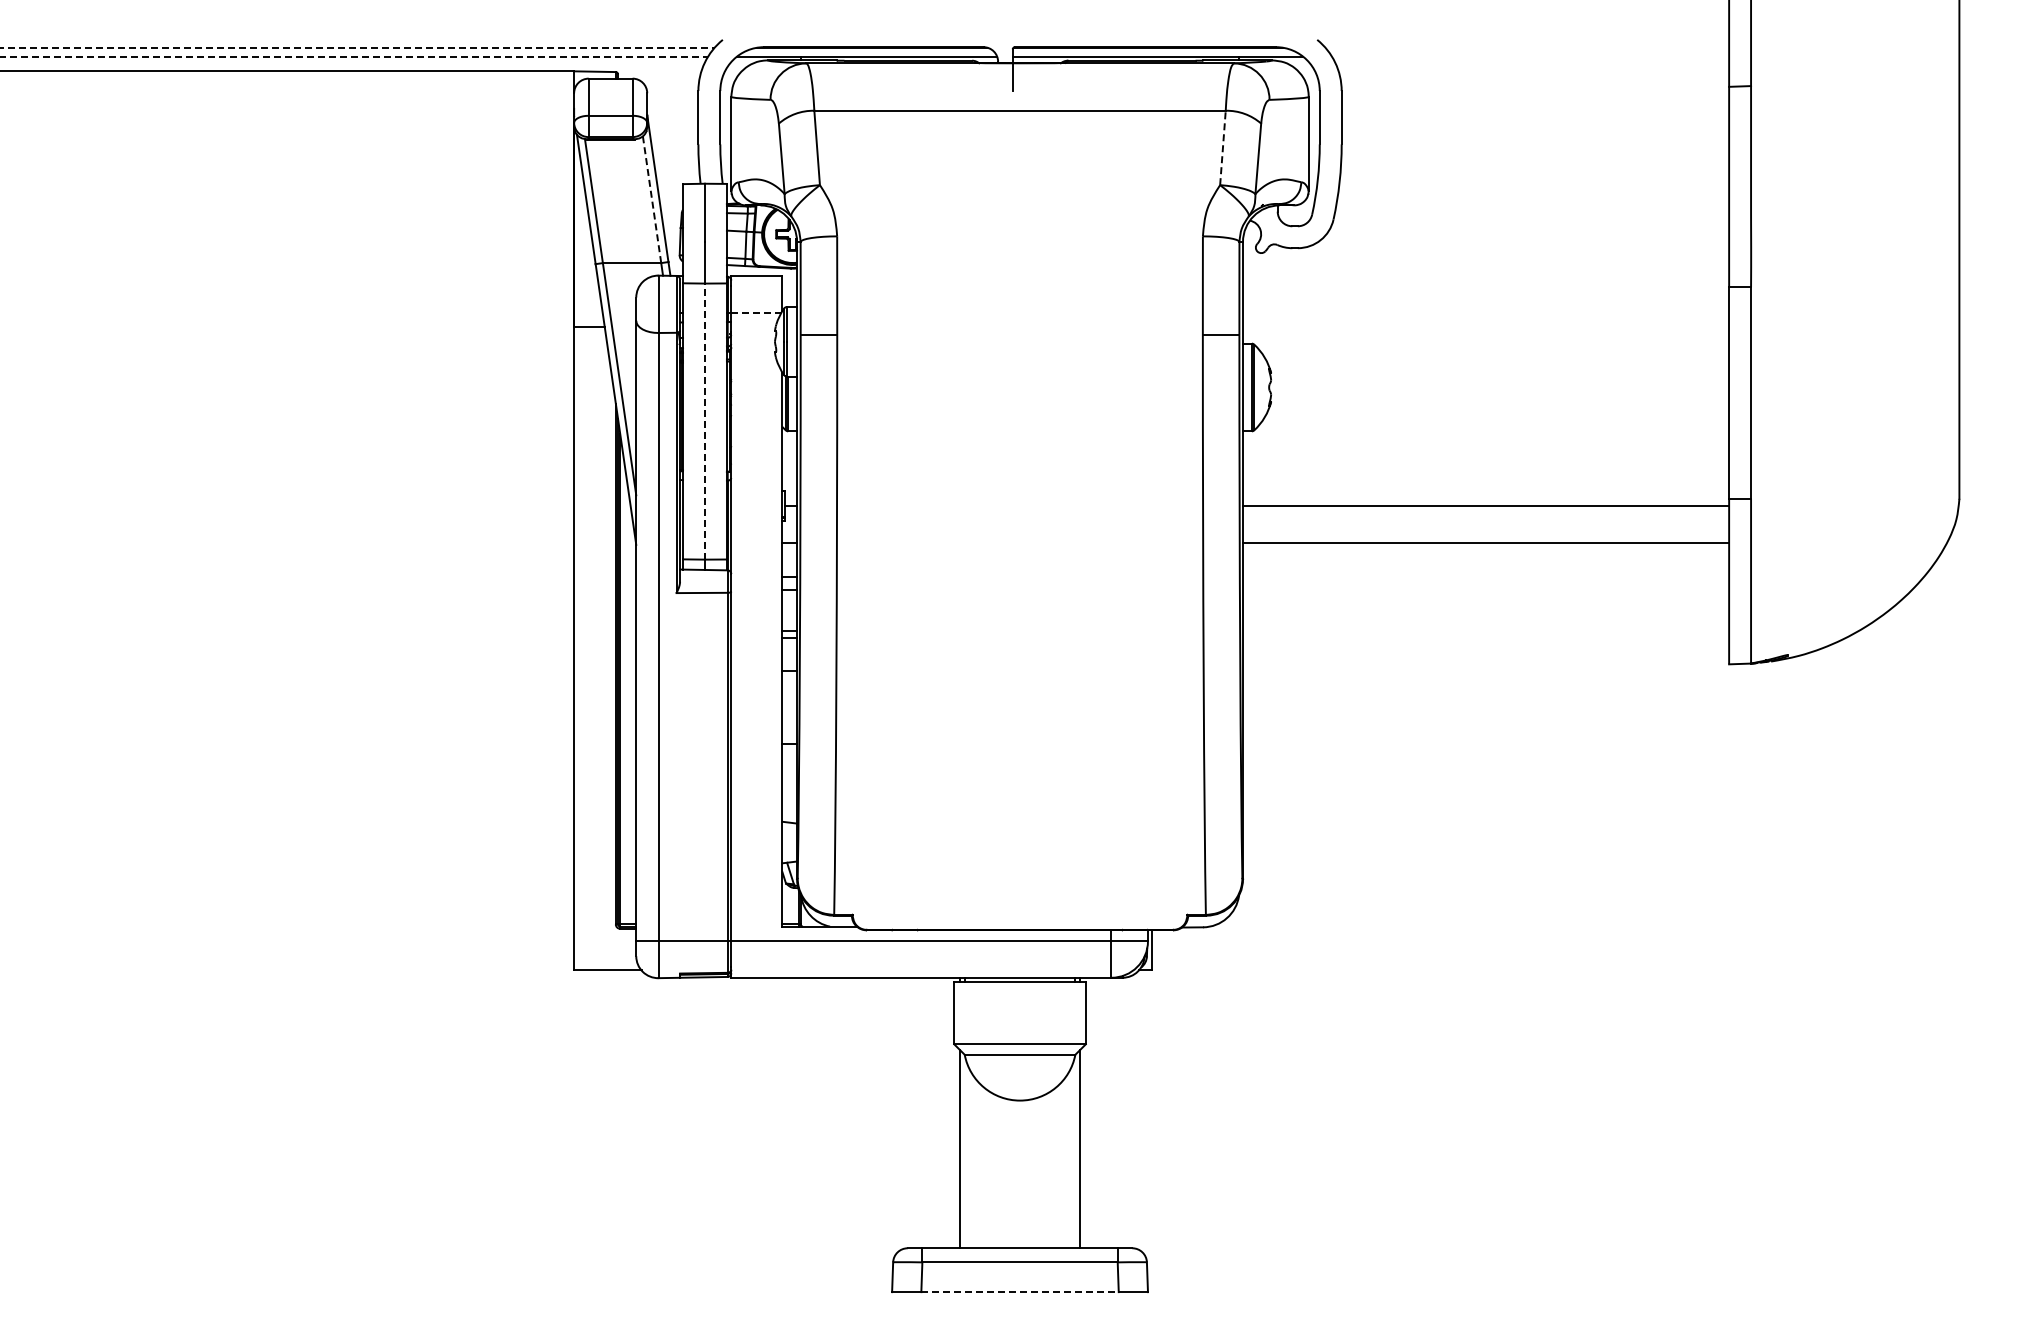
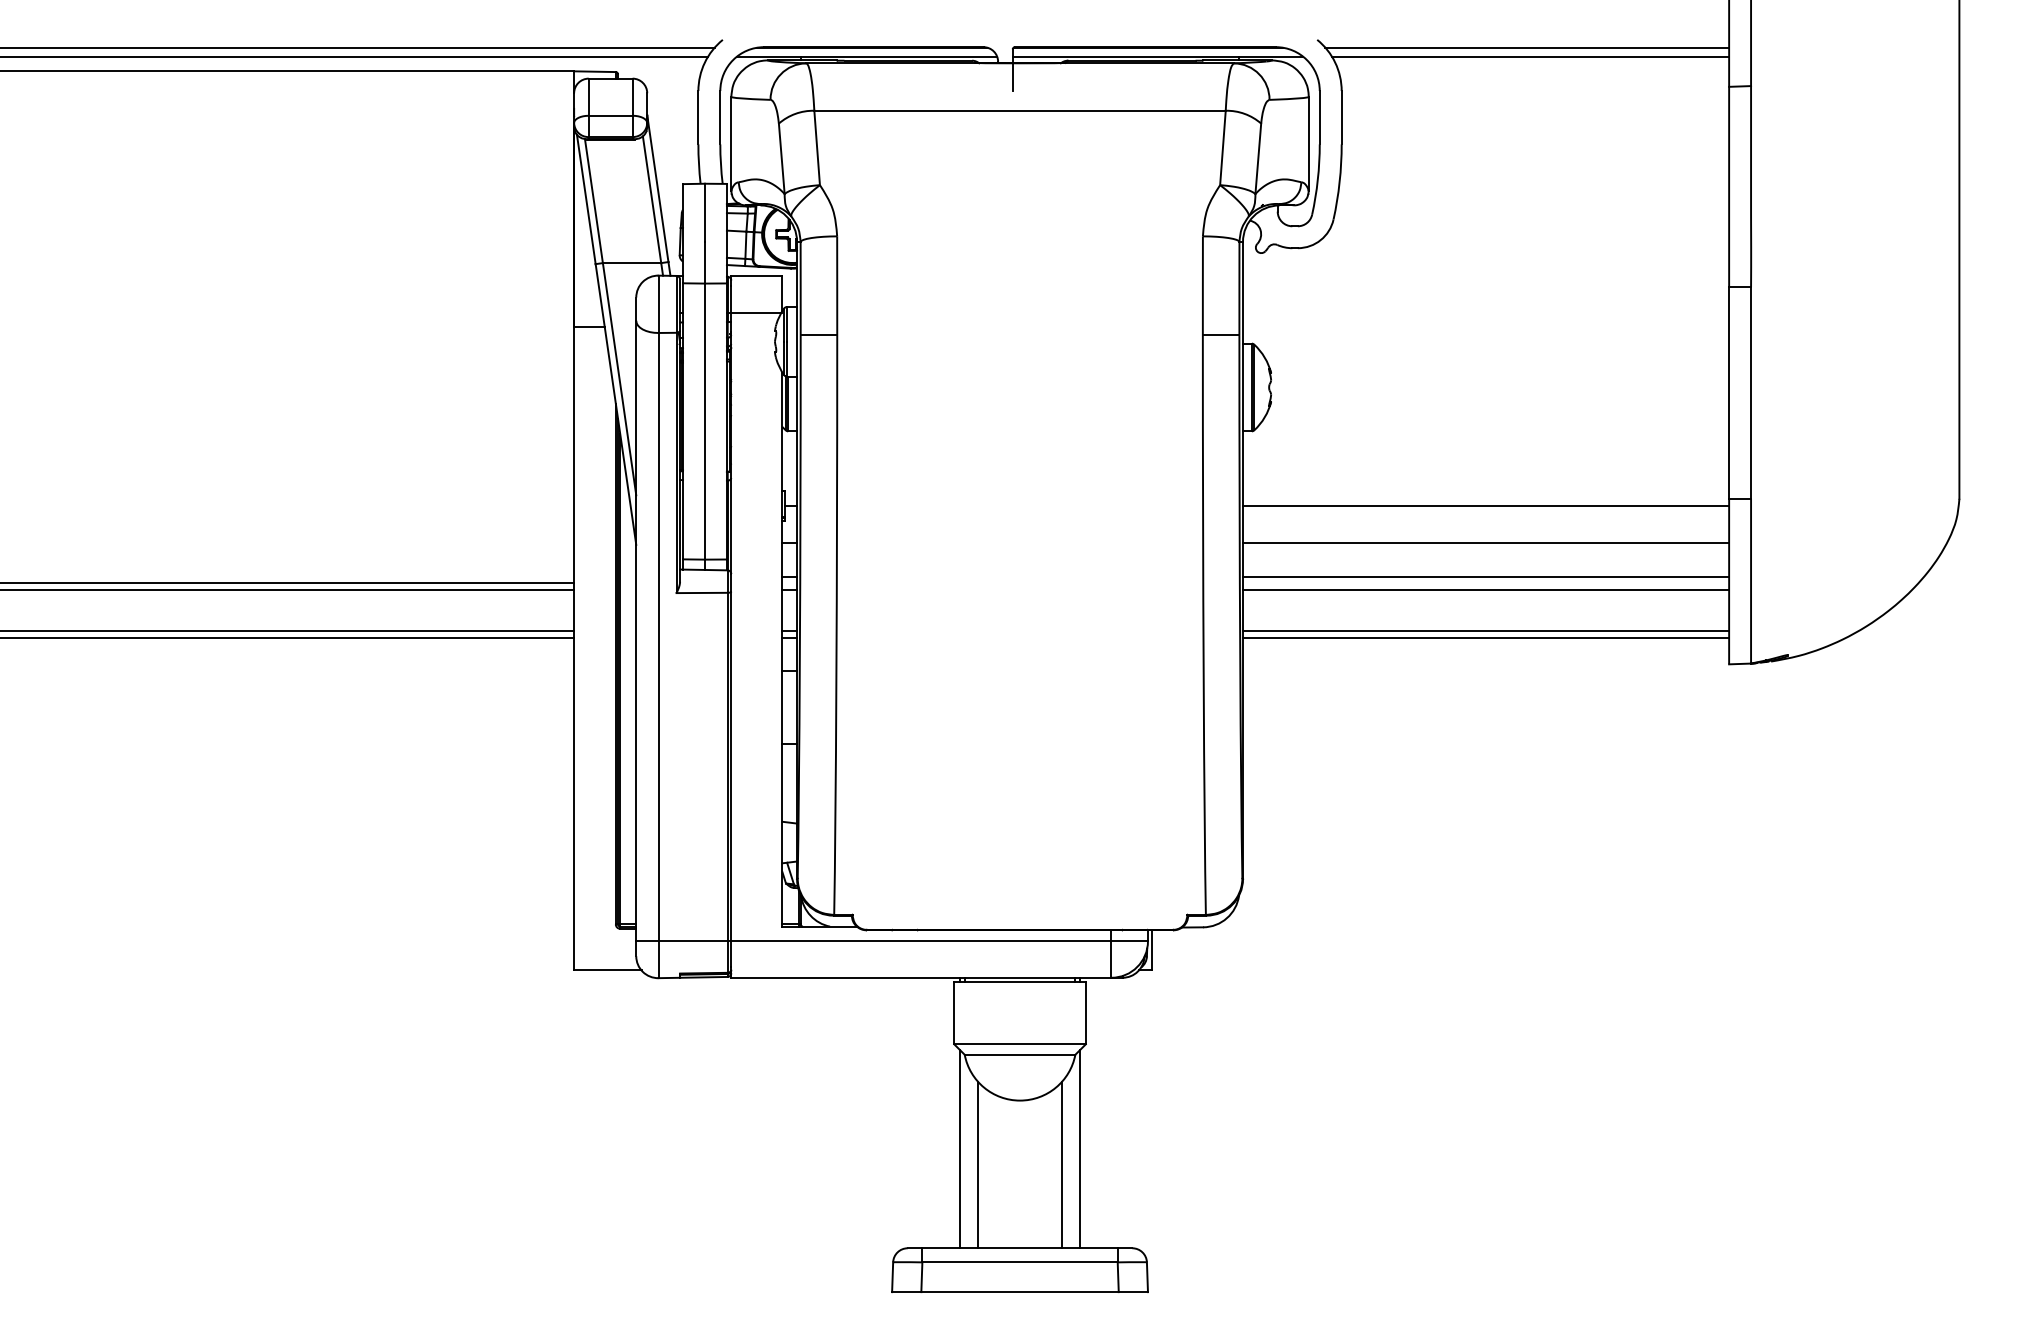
line at (357, 47): dashed -> solid
line at (1527, 47): none -> present
line at (354, 56): dashed -> solid
line at (1530, 56): none -> present
line at (1222, 147): dashed -> solid
line at (652, 200): dashed -> solid
line at (756, 312): dashed -> solid
line at (704, 421): dashed -> solid
line at (1486, 577): none -> present
line at (288, 583): none -> present
line at (288, 590): none -> present
line at (1486, 590): none -> present
line at (288, 630): none -> present
line at (1486, 630): none -> present
line at (288, 638): none -> present
line at (1486, 638): none -> present
line at (978, 1164): none -> present
line at (1062, 1164): none -> present
line at (1020, 1292): dashed -> solid
